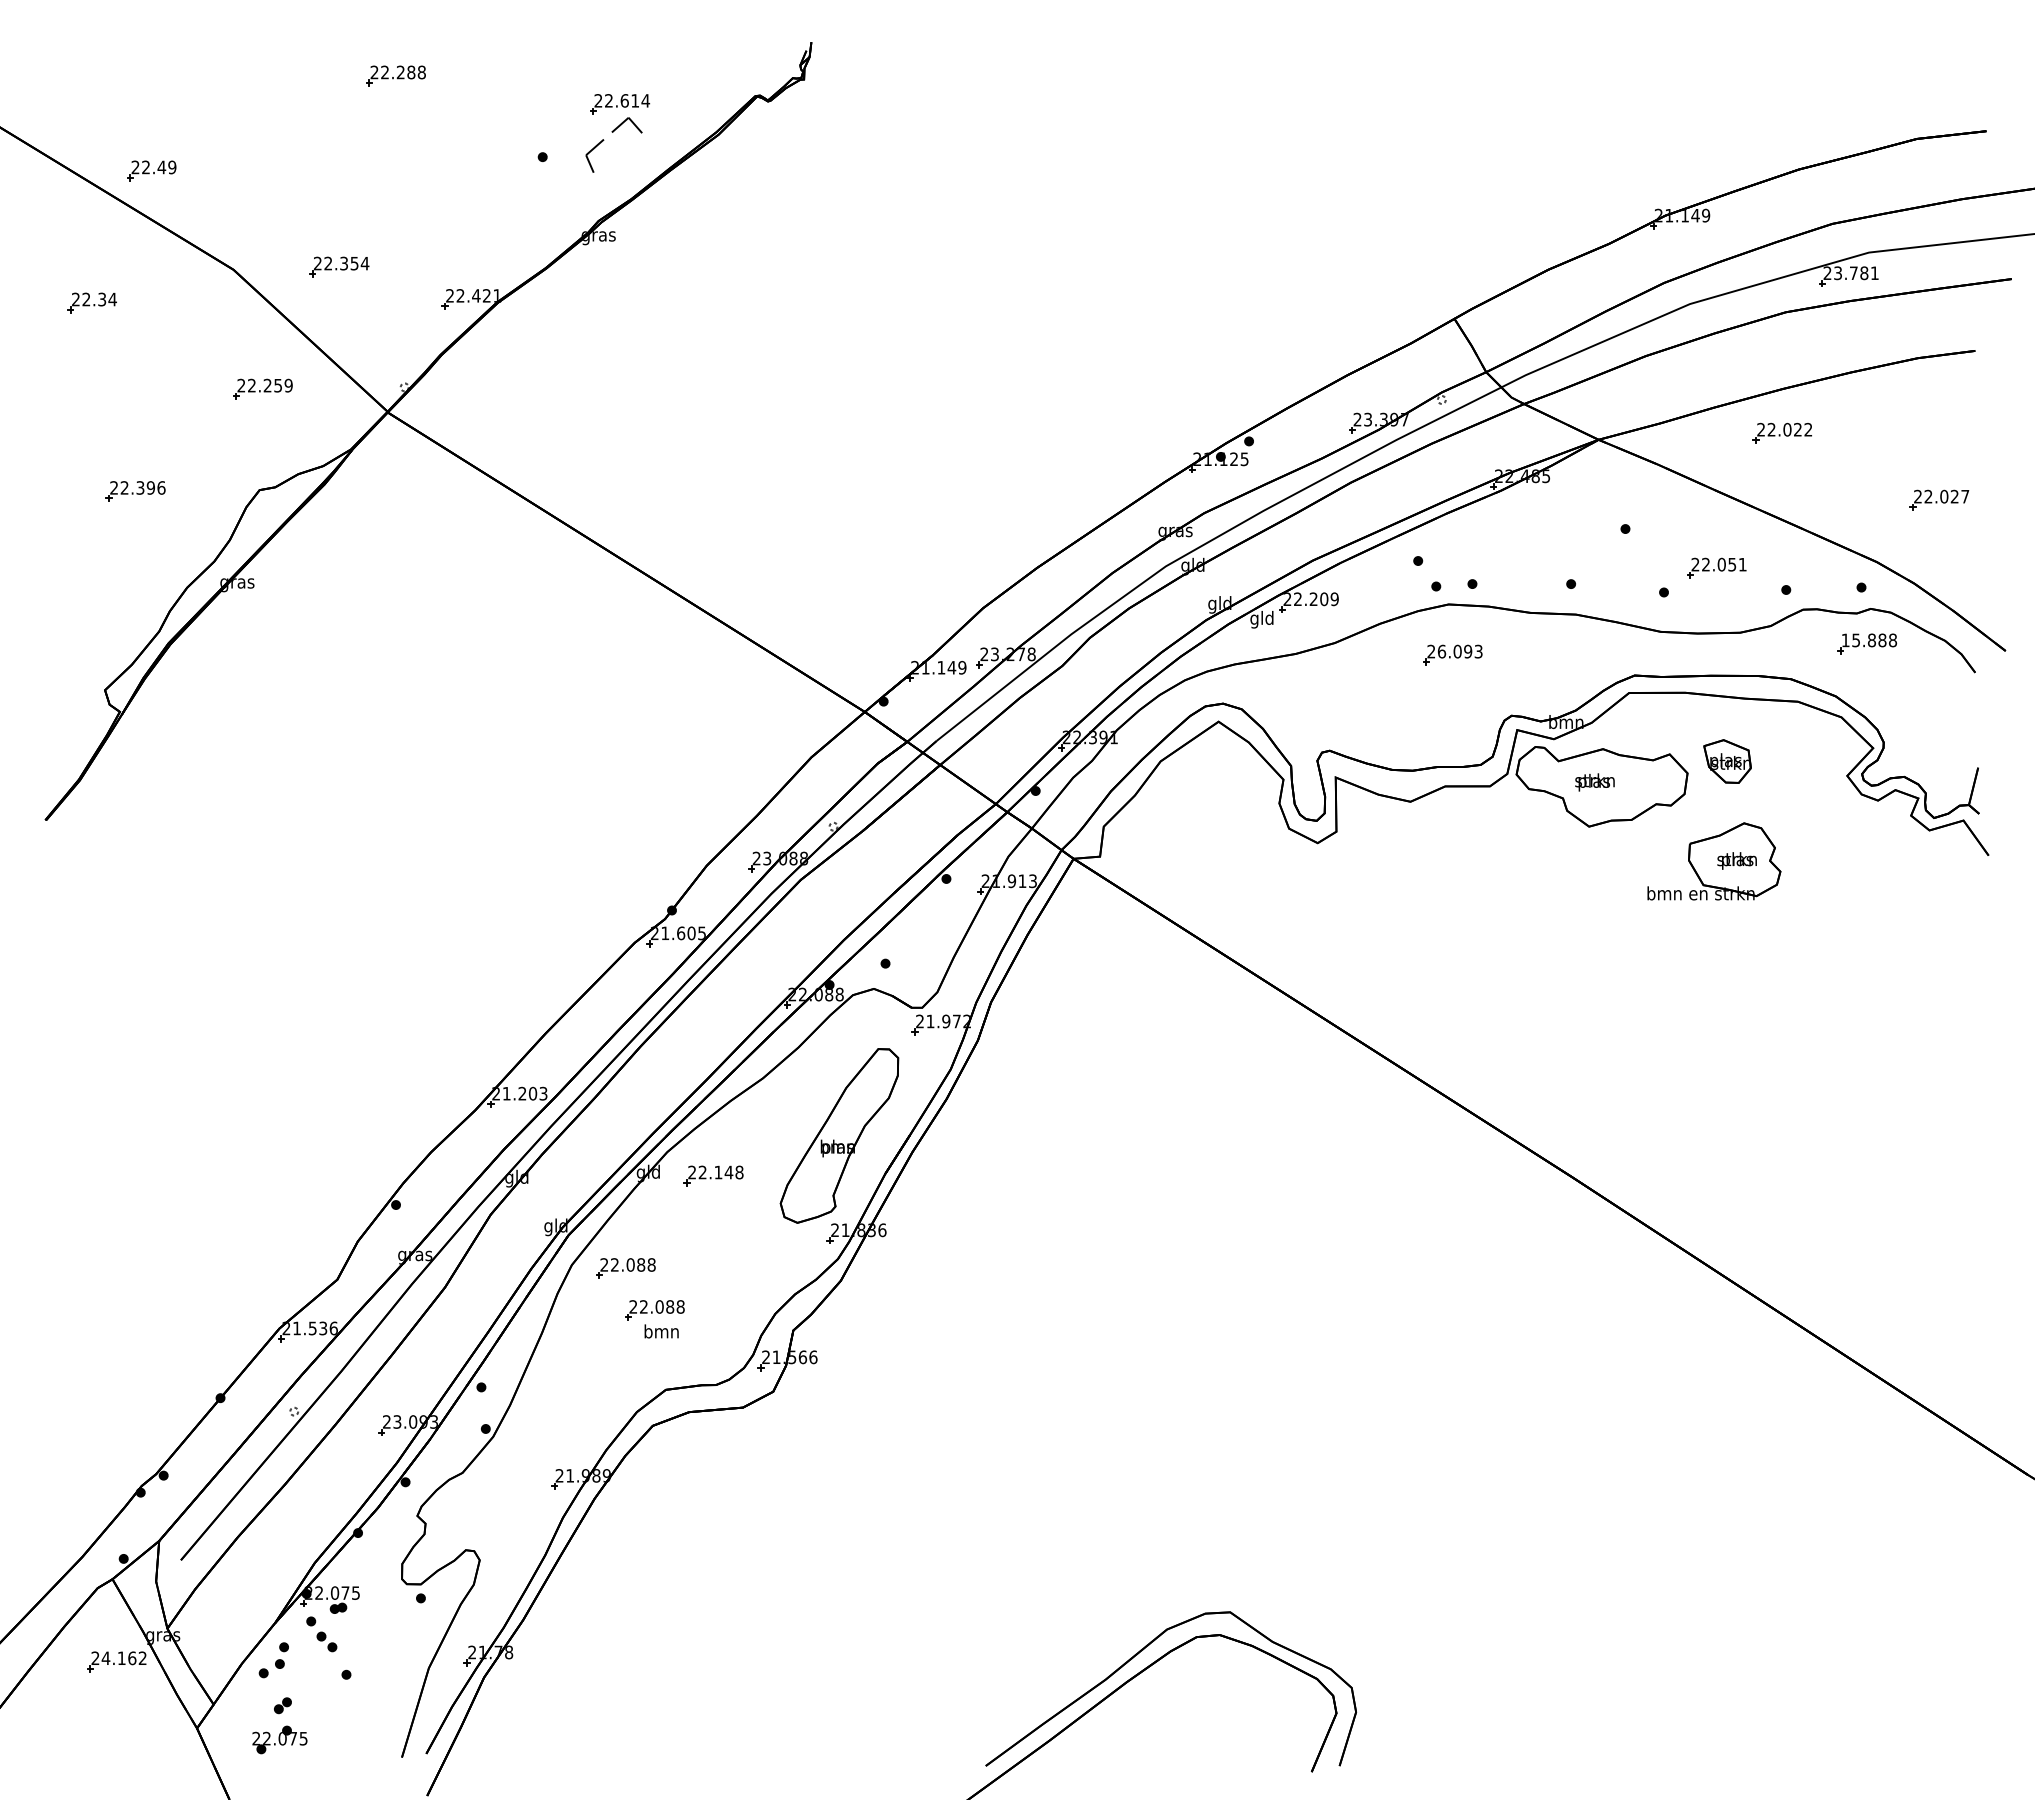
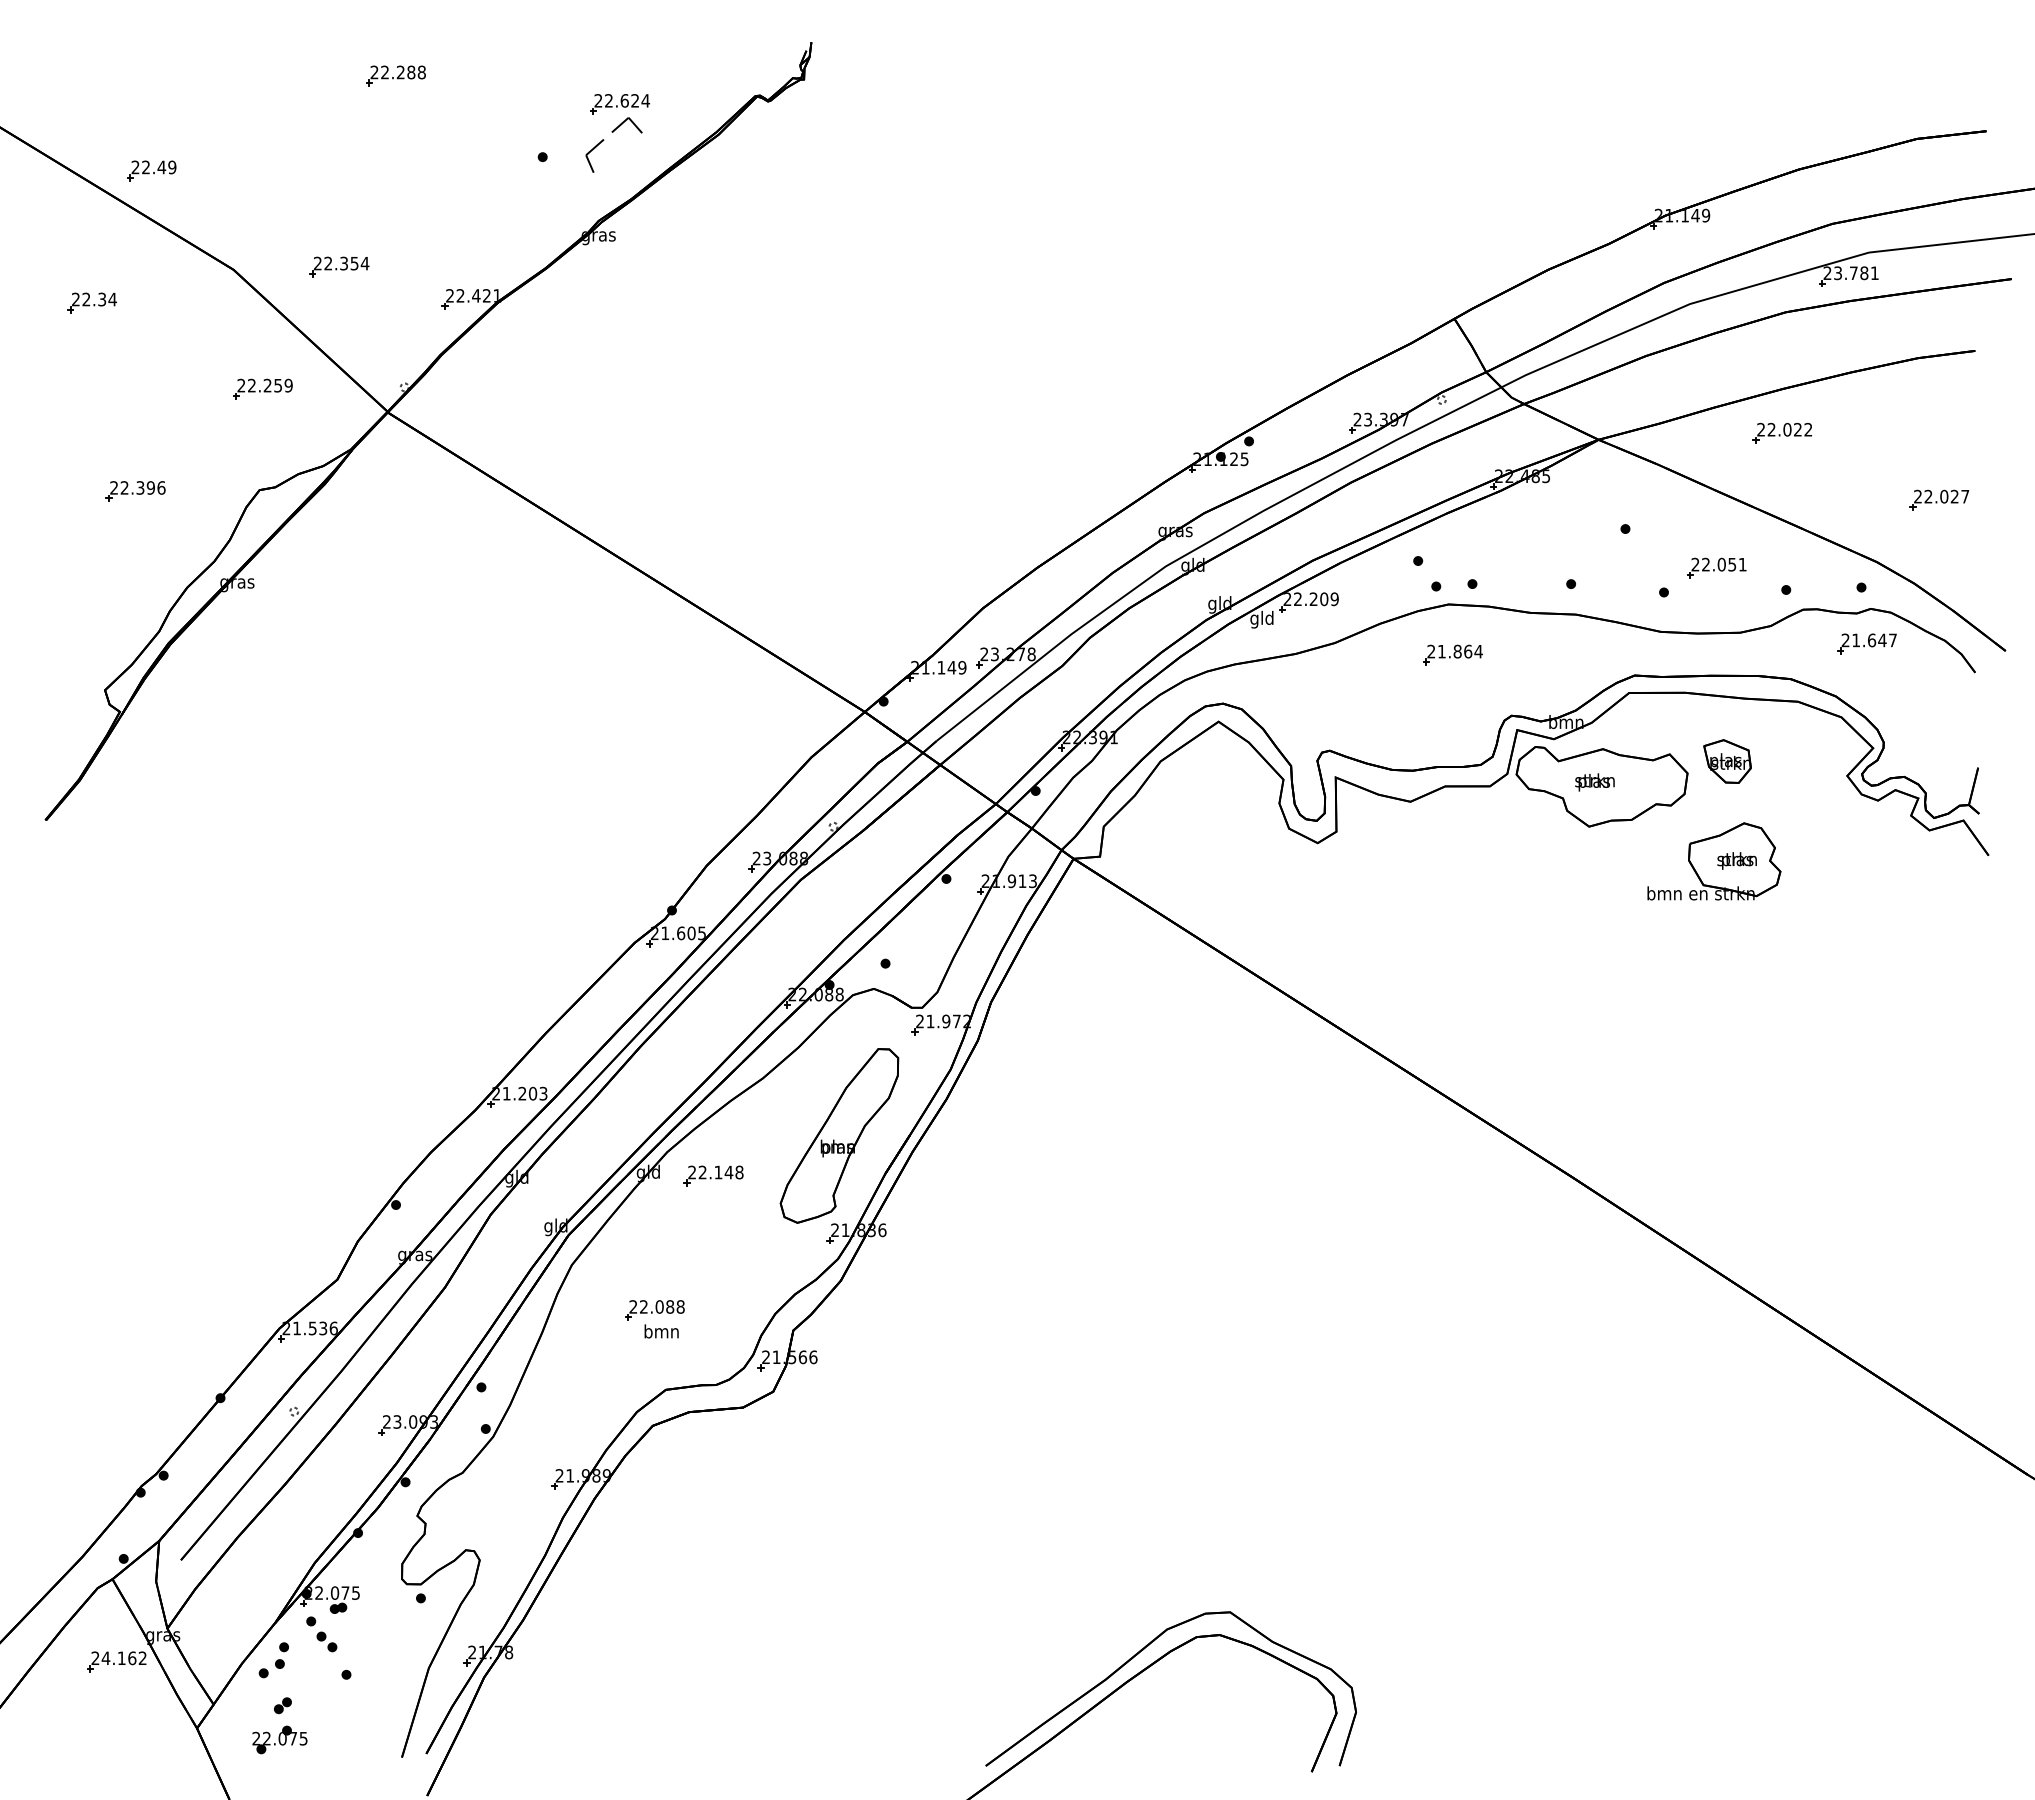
text at (634, 100): 22.614 -> 22.624
text at (1869, 640): 15.888 -> 21.647
text at (1459, 651): 26.093 -> 21.864
part at (625, 1268): present -> none
